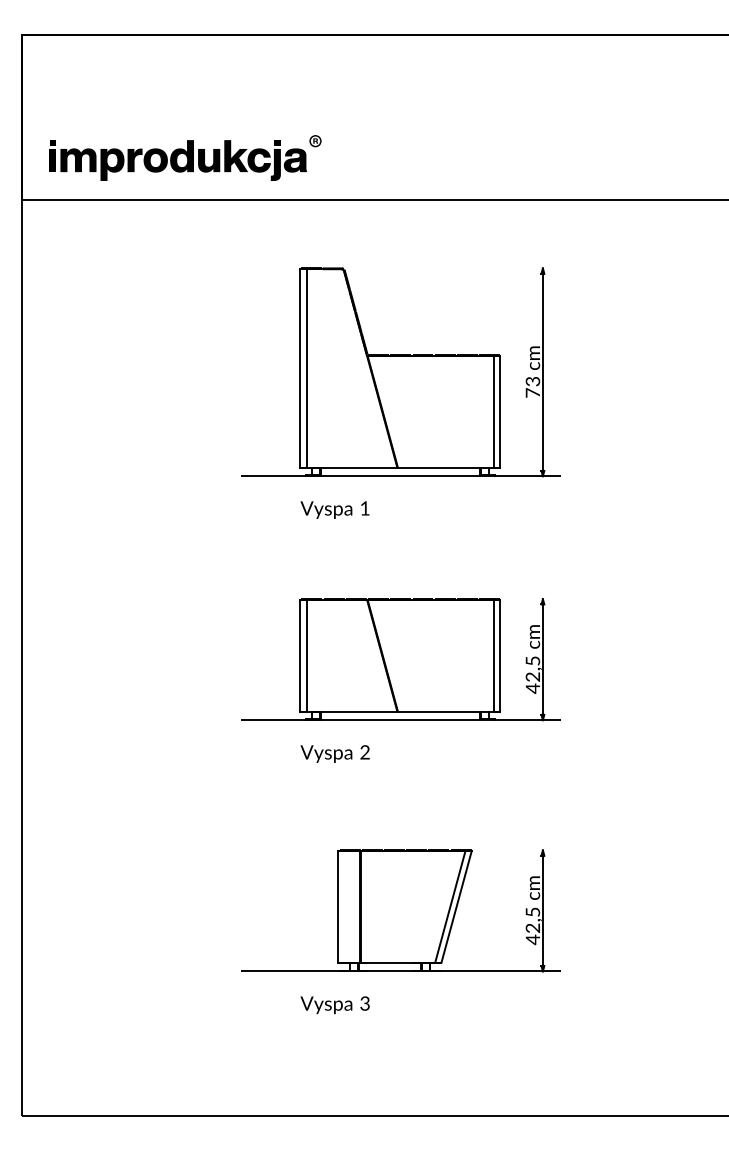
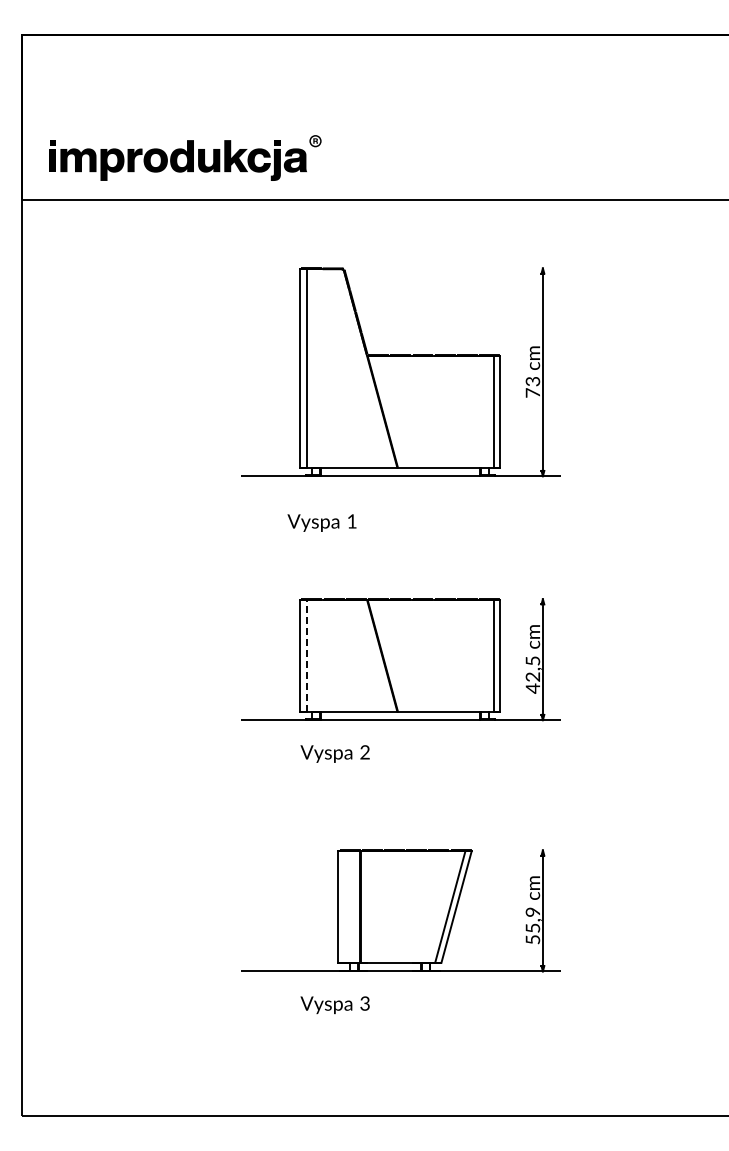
text at (334, 509) position: (334, 509) -> (321, 522)
line at (306, 655): solid -> dashed
text at (532, 926): 42,5 -> 55,9
